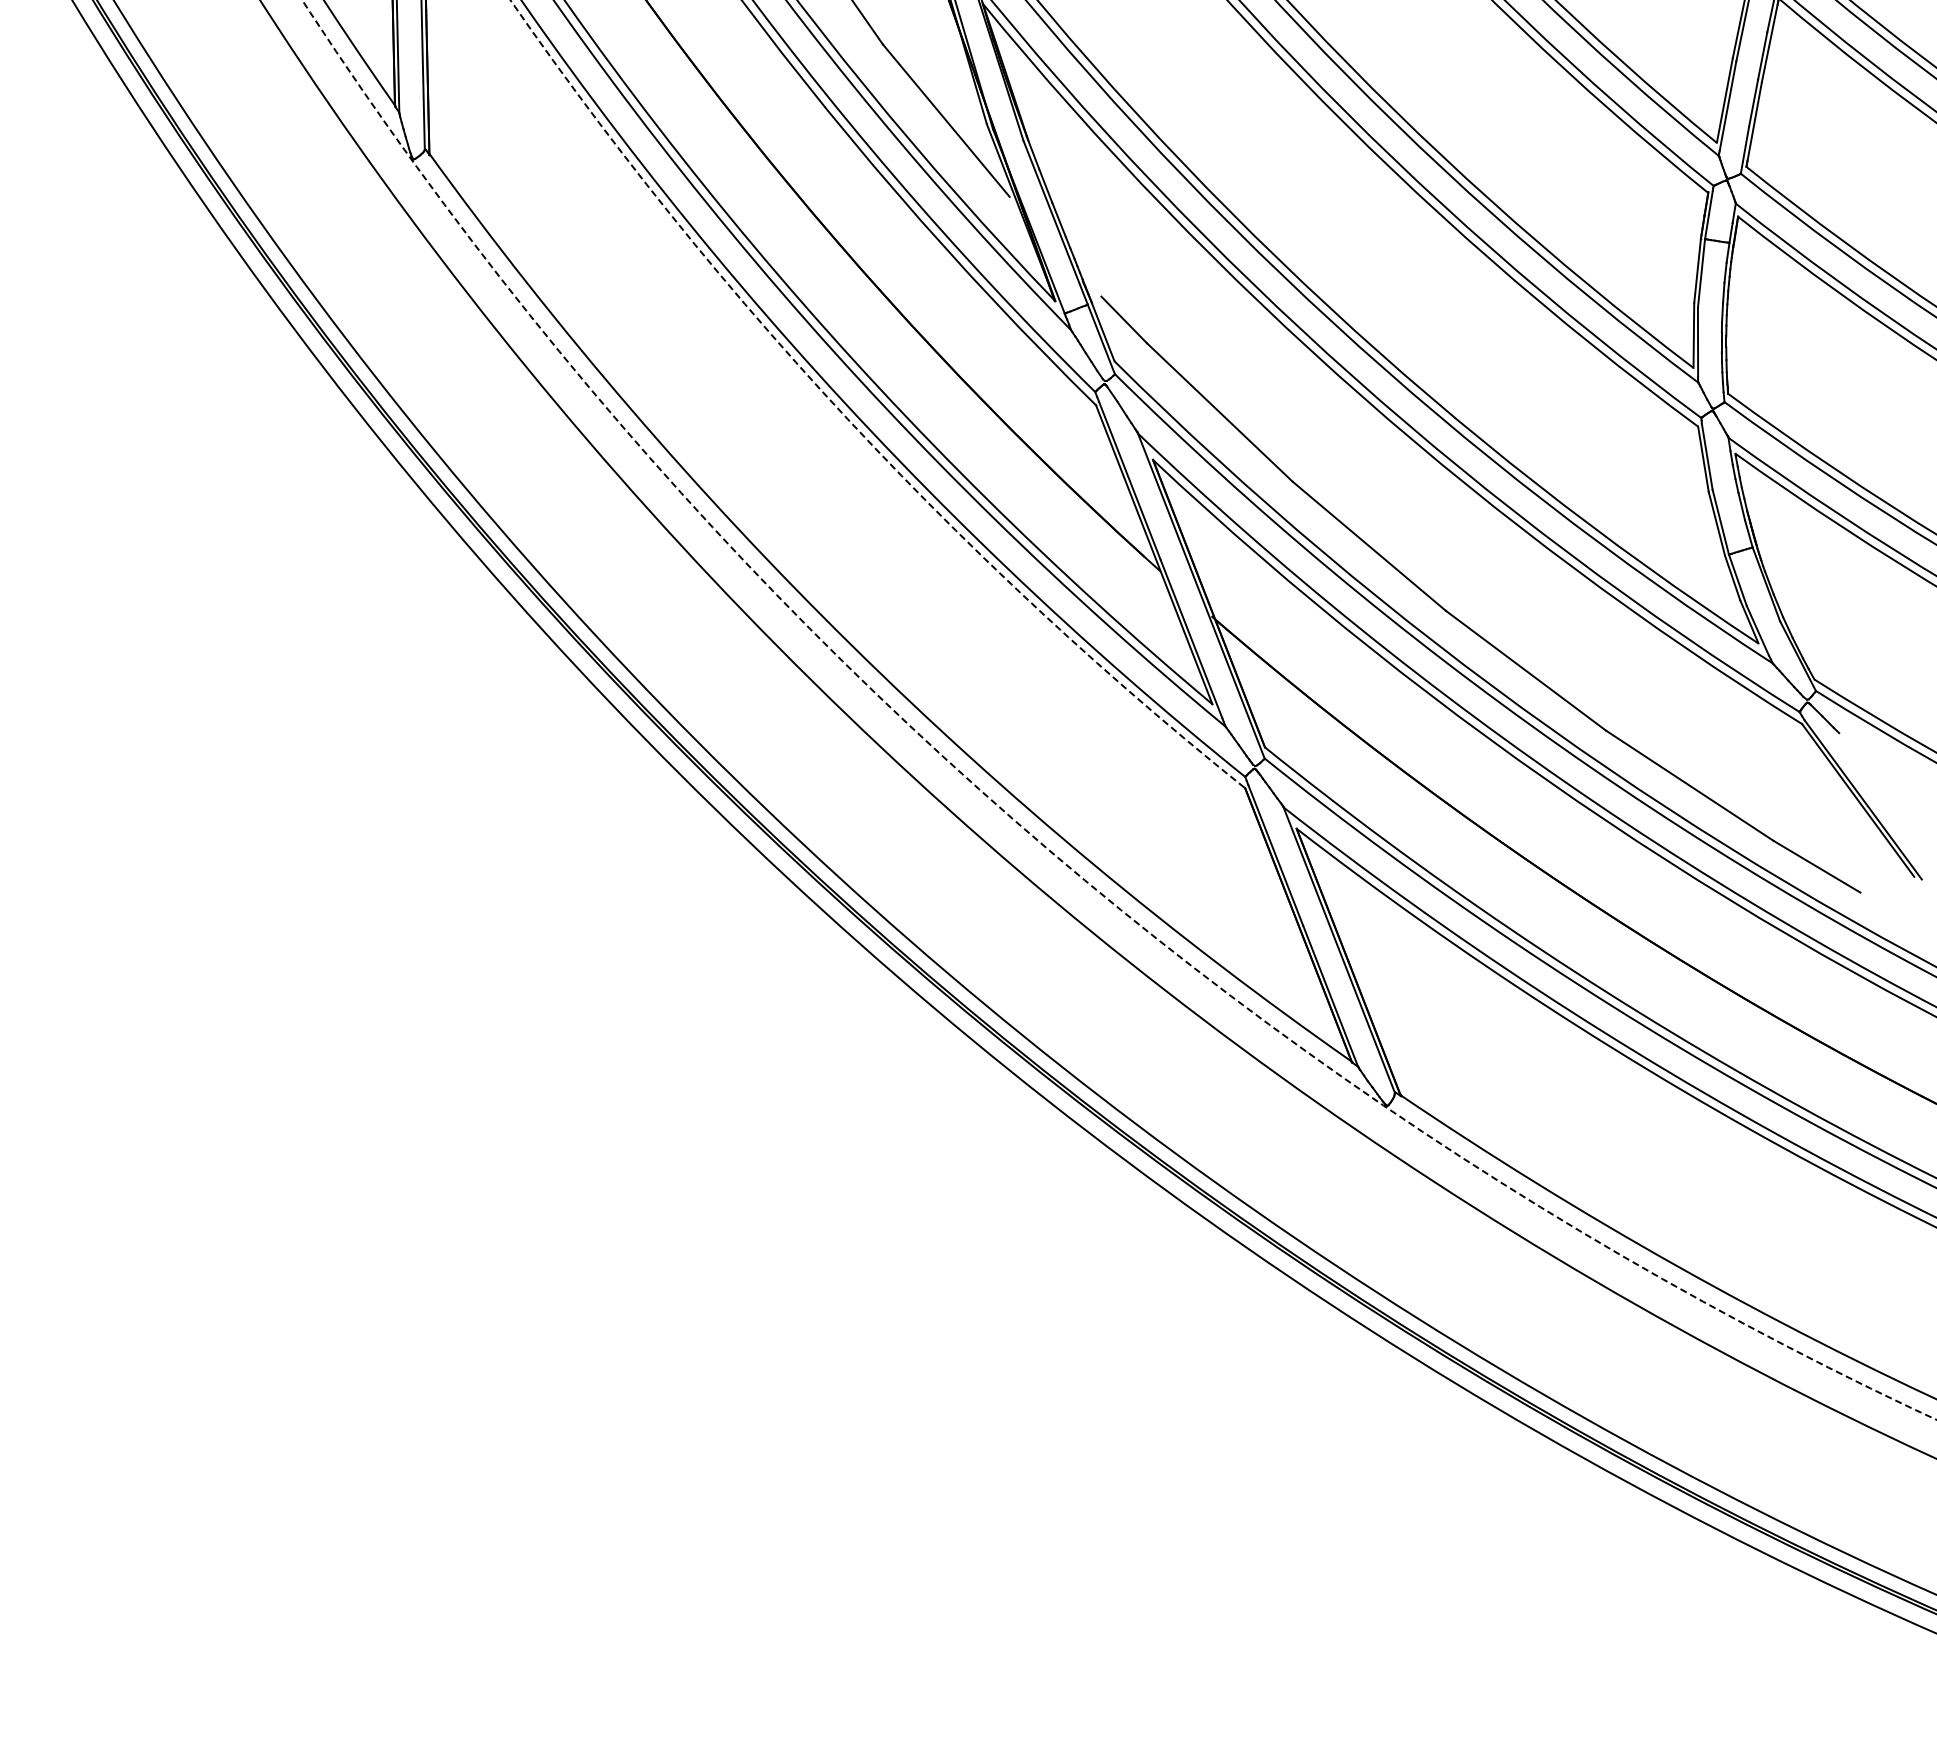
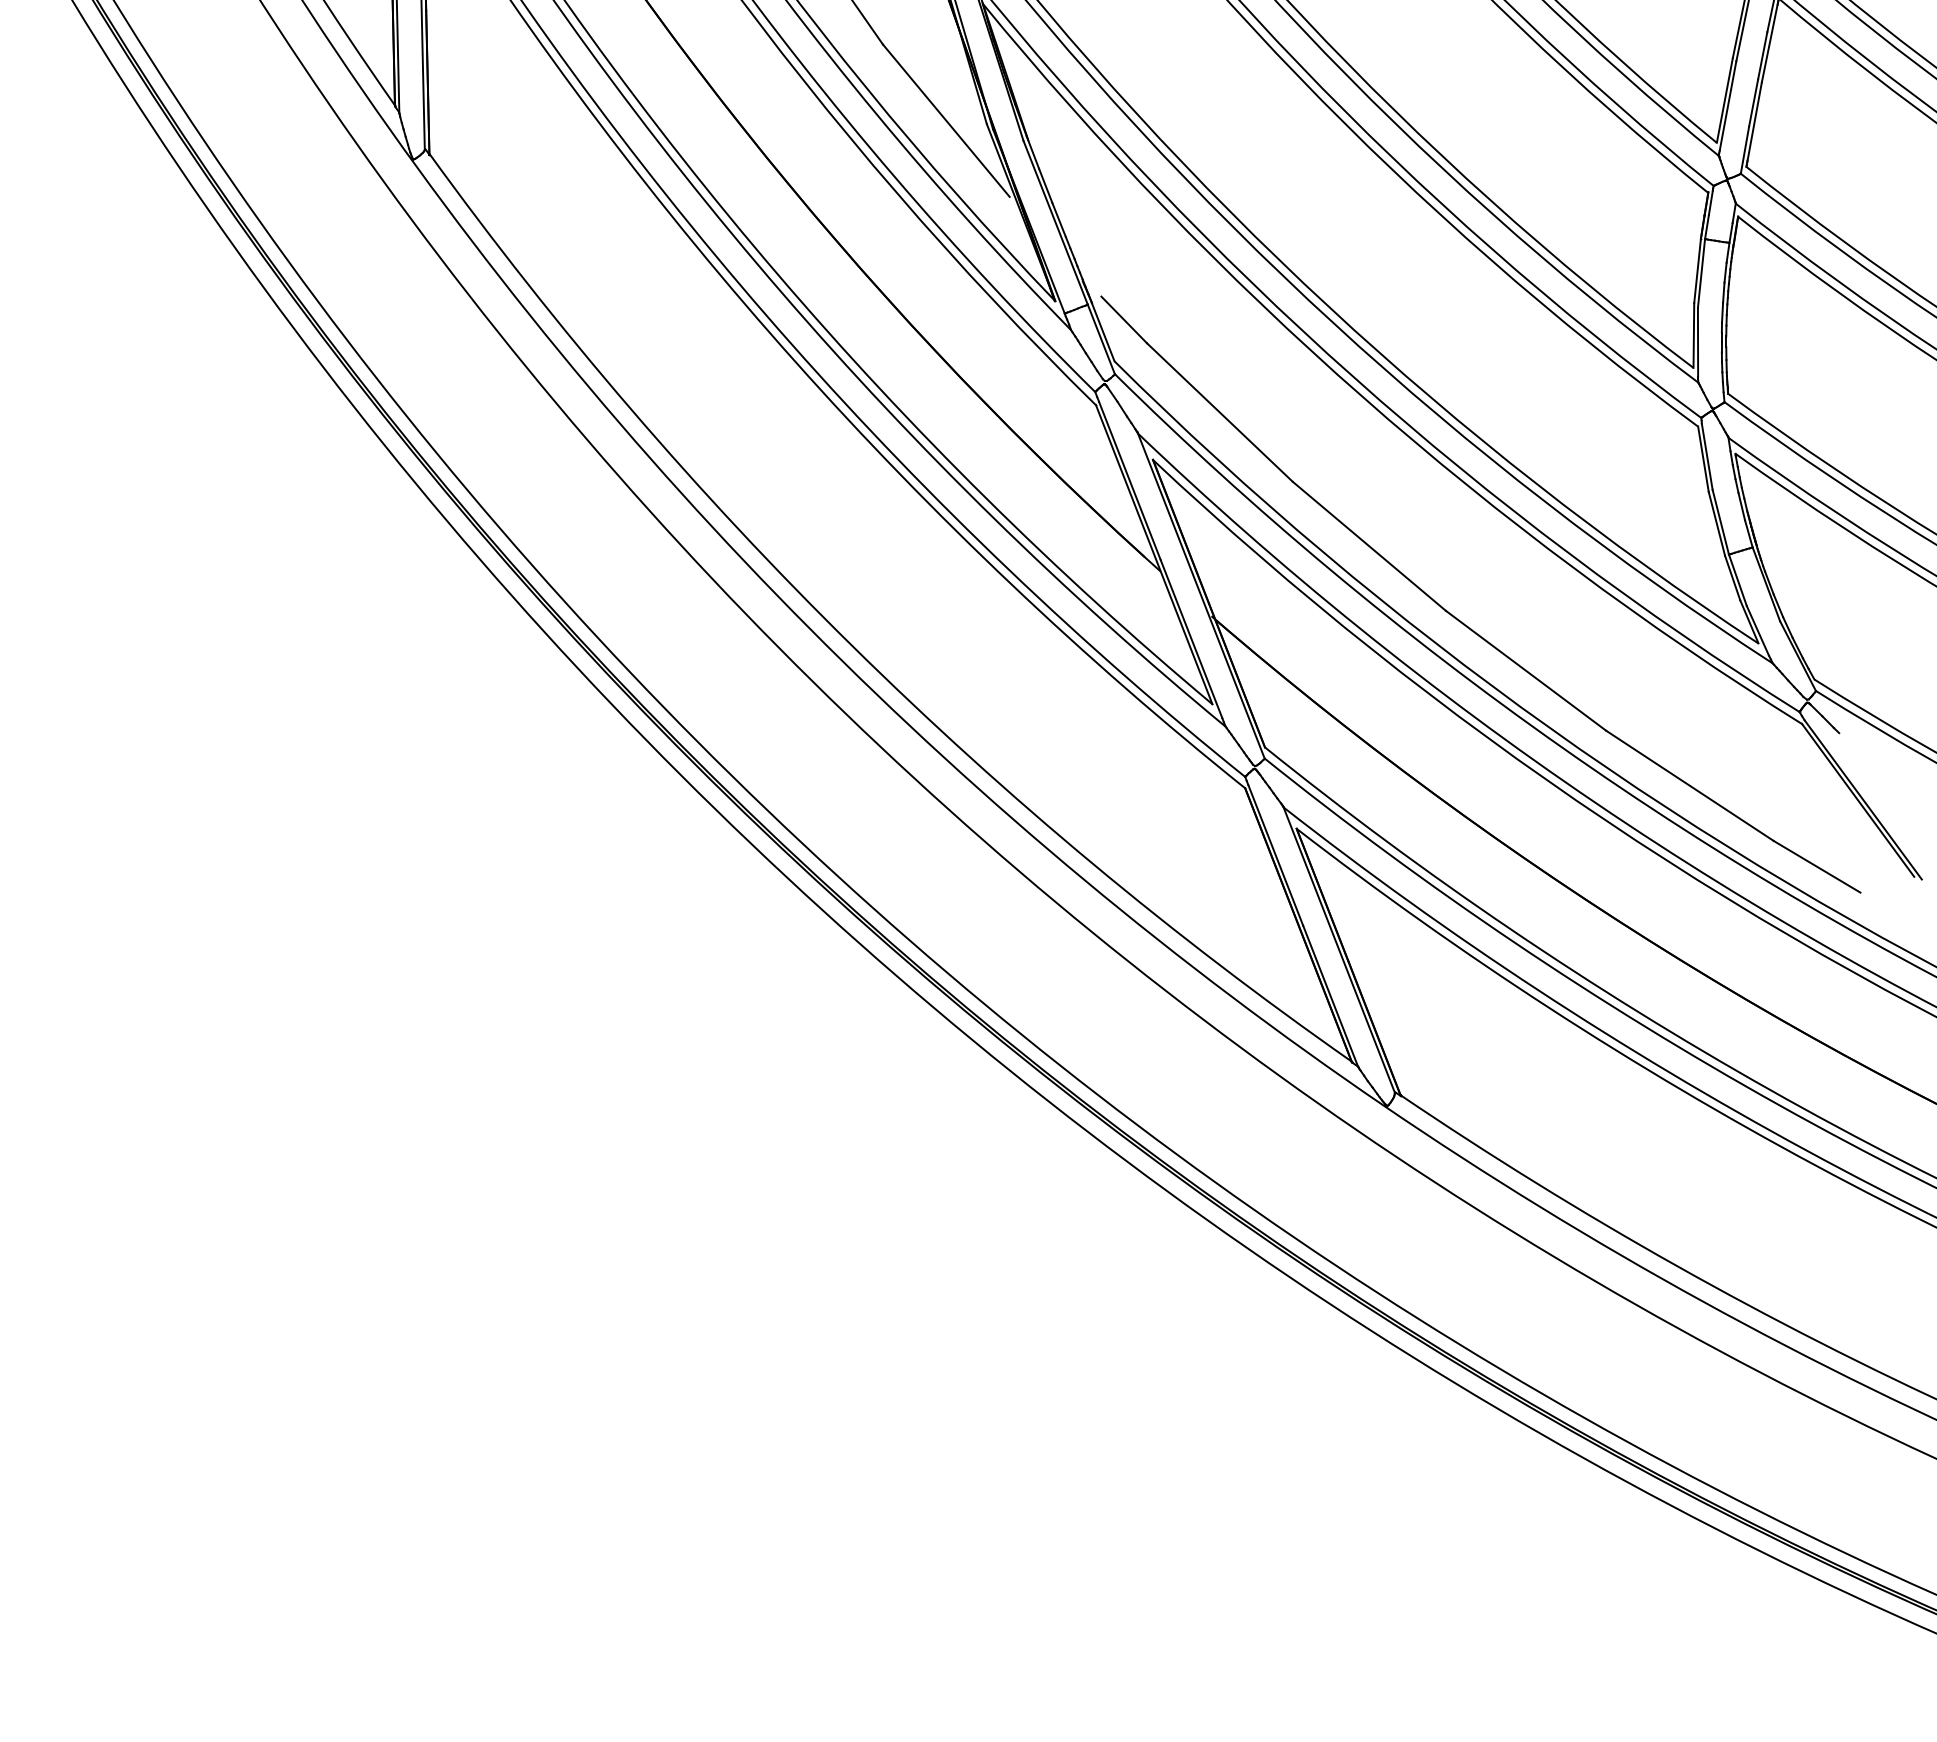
arc at (849, 420): dashed -> solid
arc at (1020, 825): dashed -> solid
